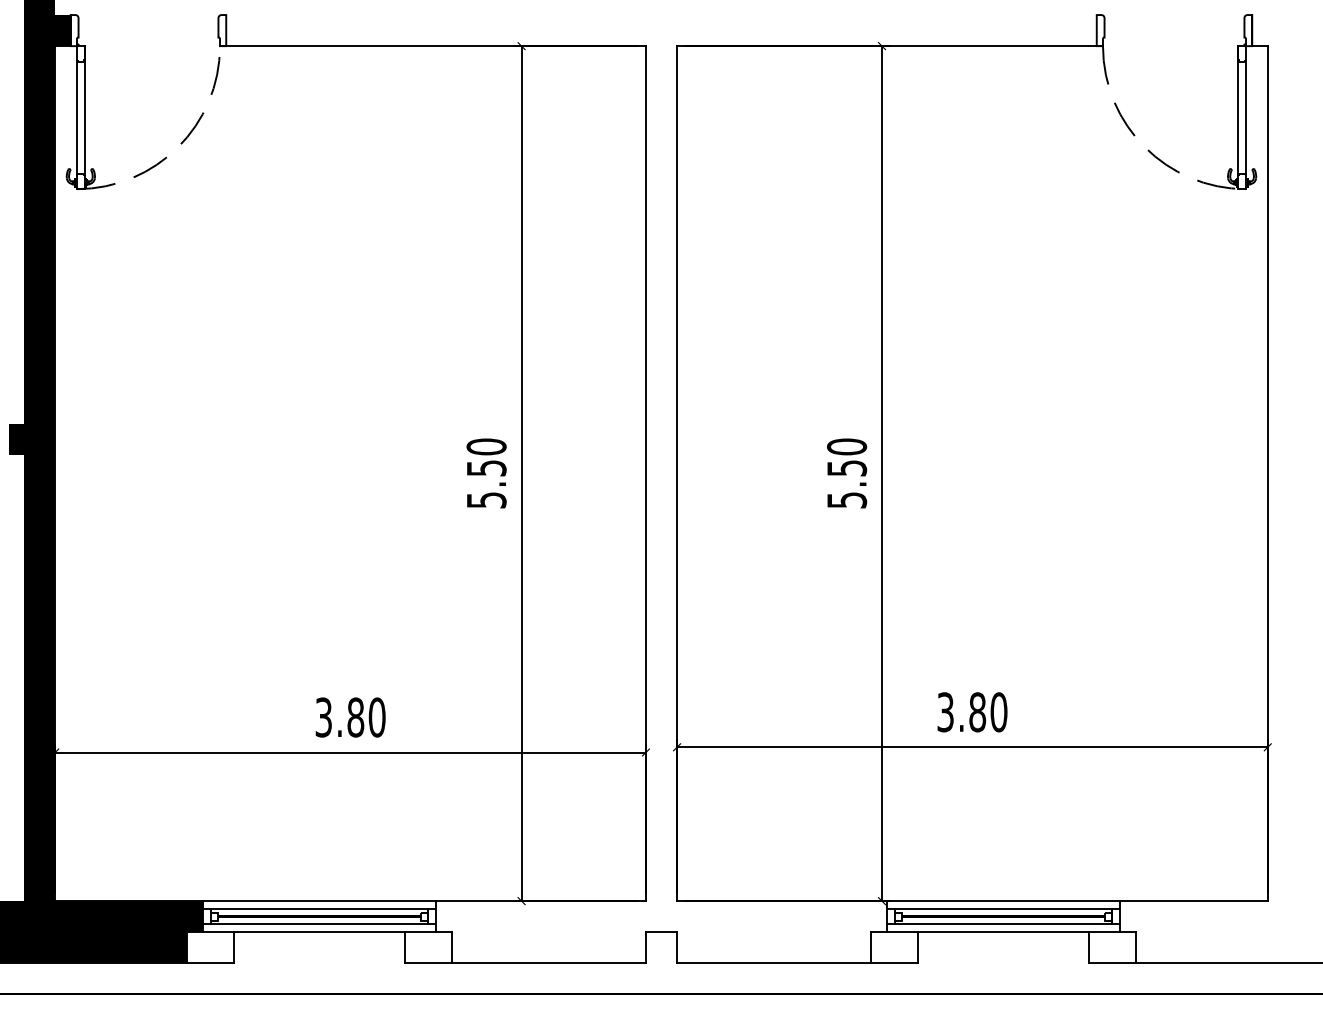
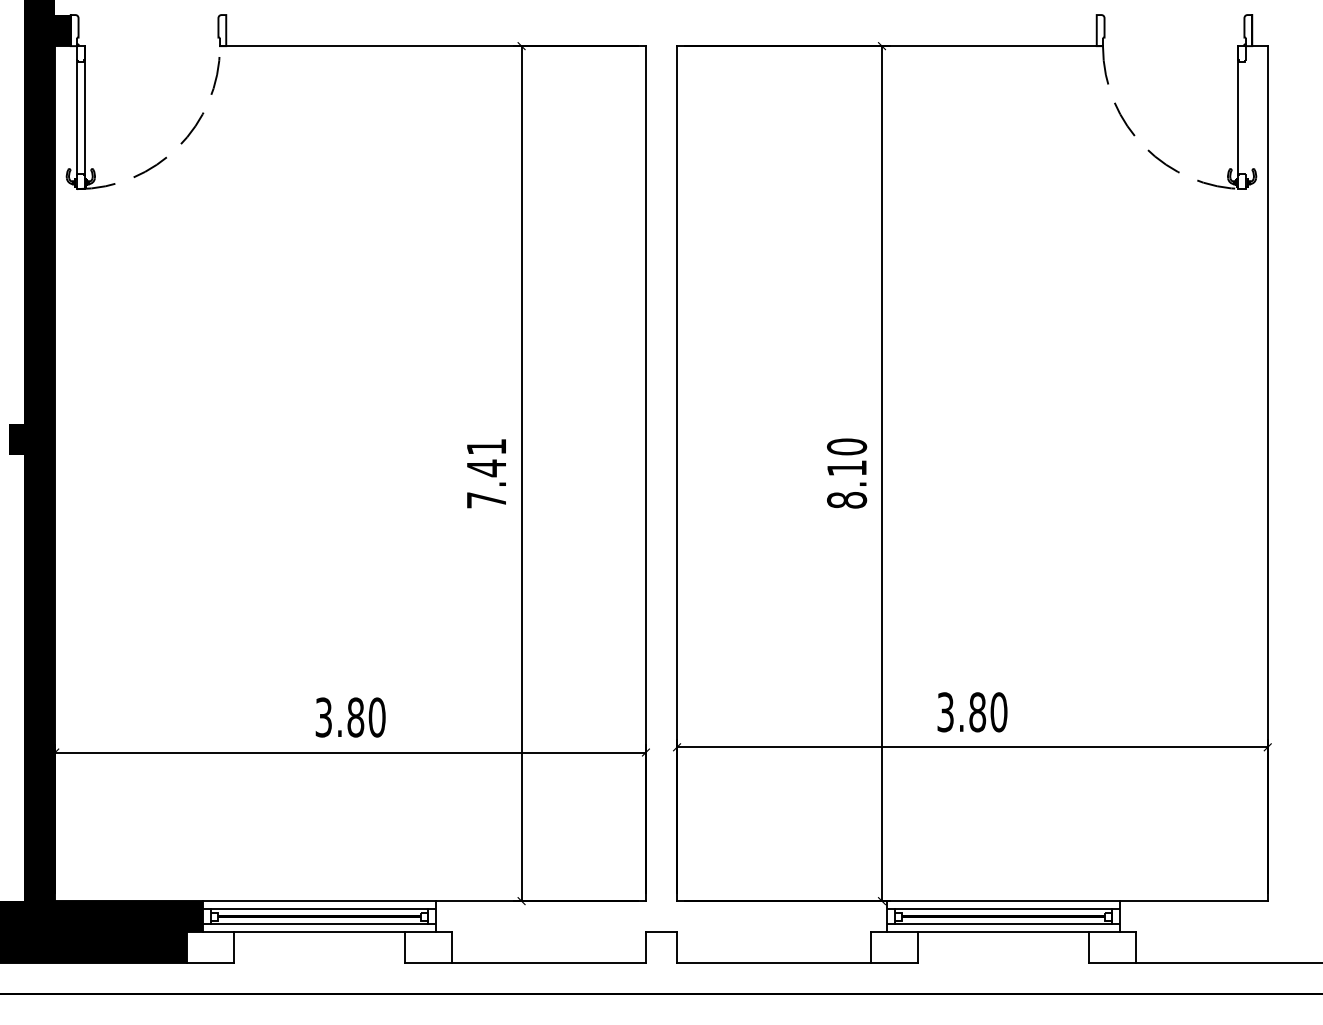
line at (1246, 117): present -> none
text at (486, 473): 5.50 -> 7.41
text at (847, 484): 5.50 -> 8.10
